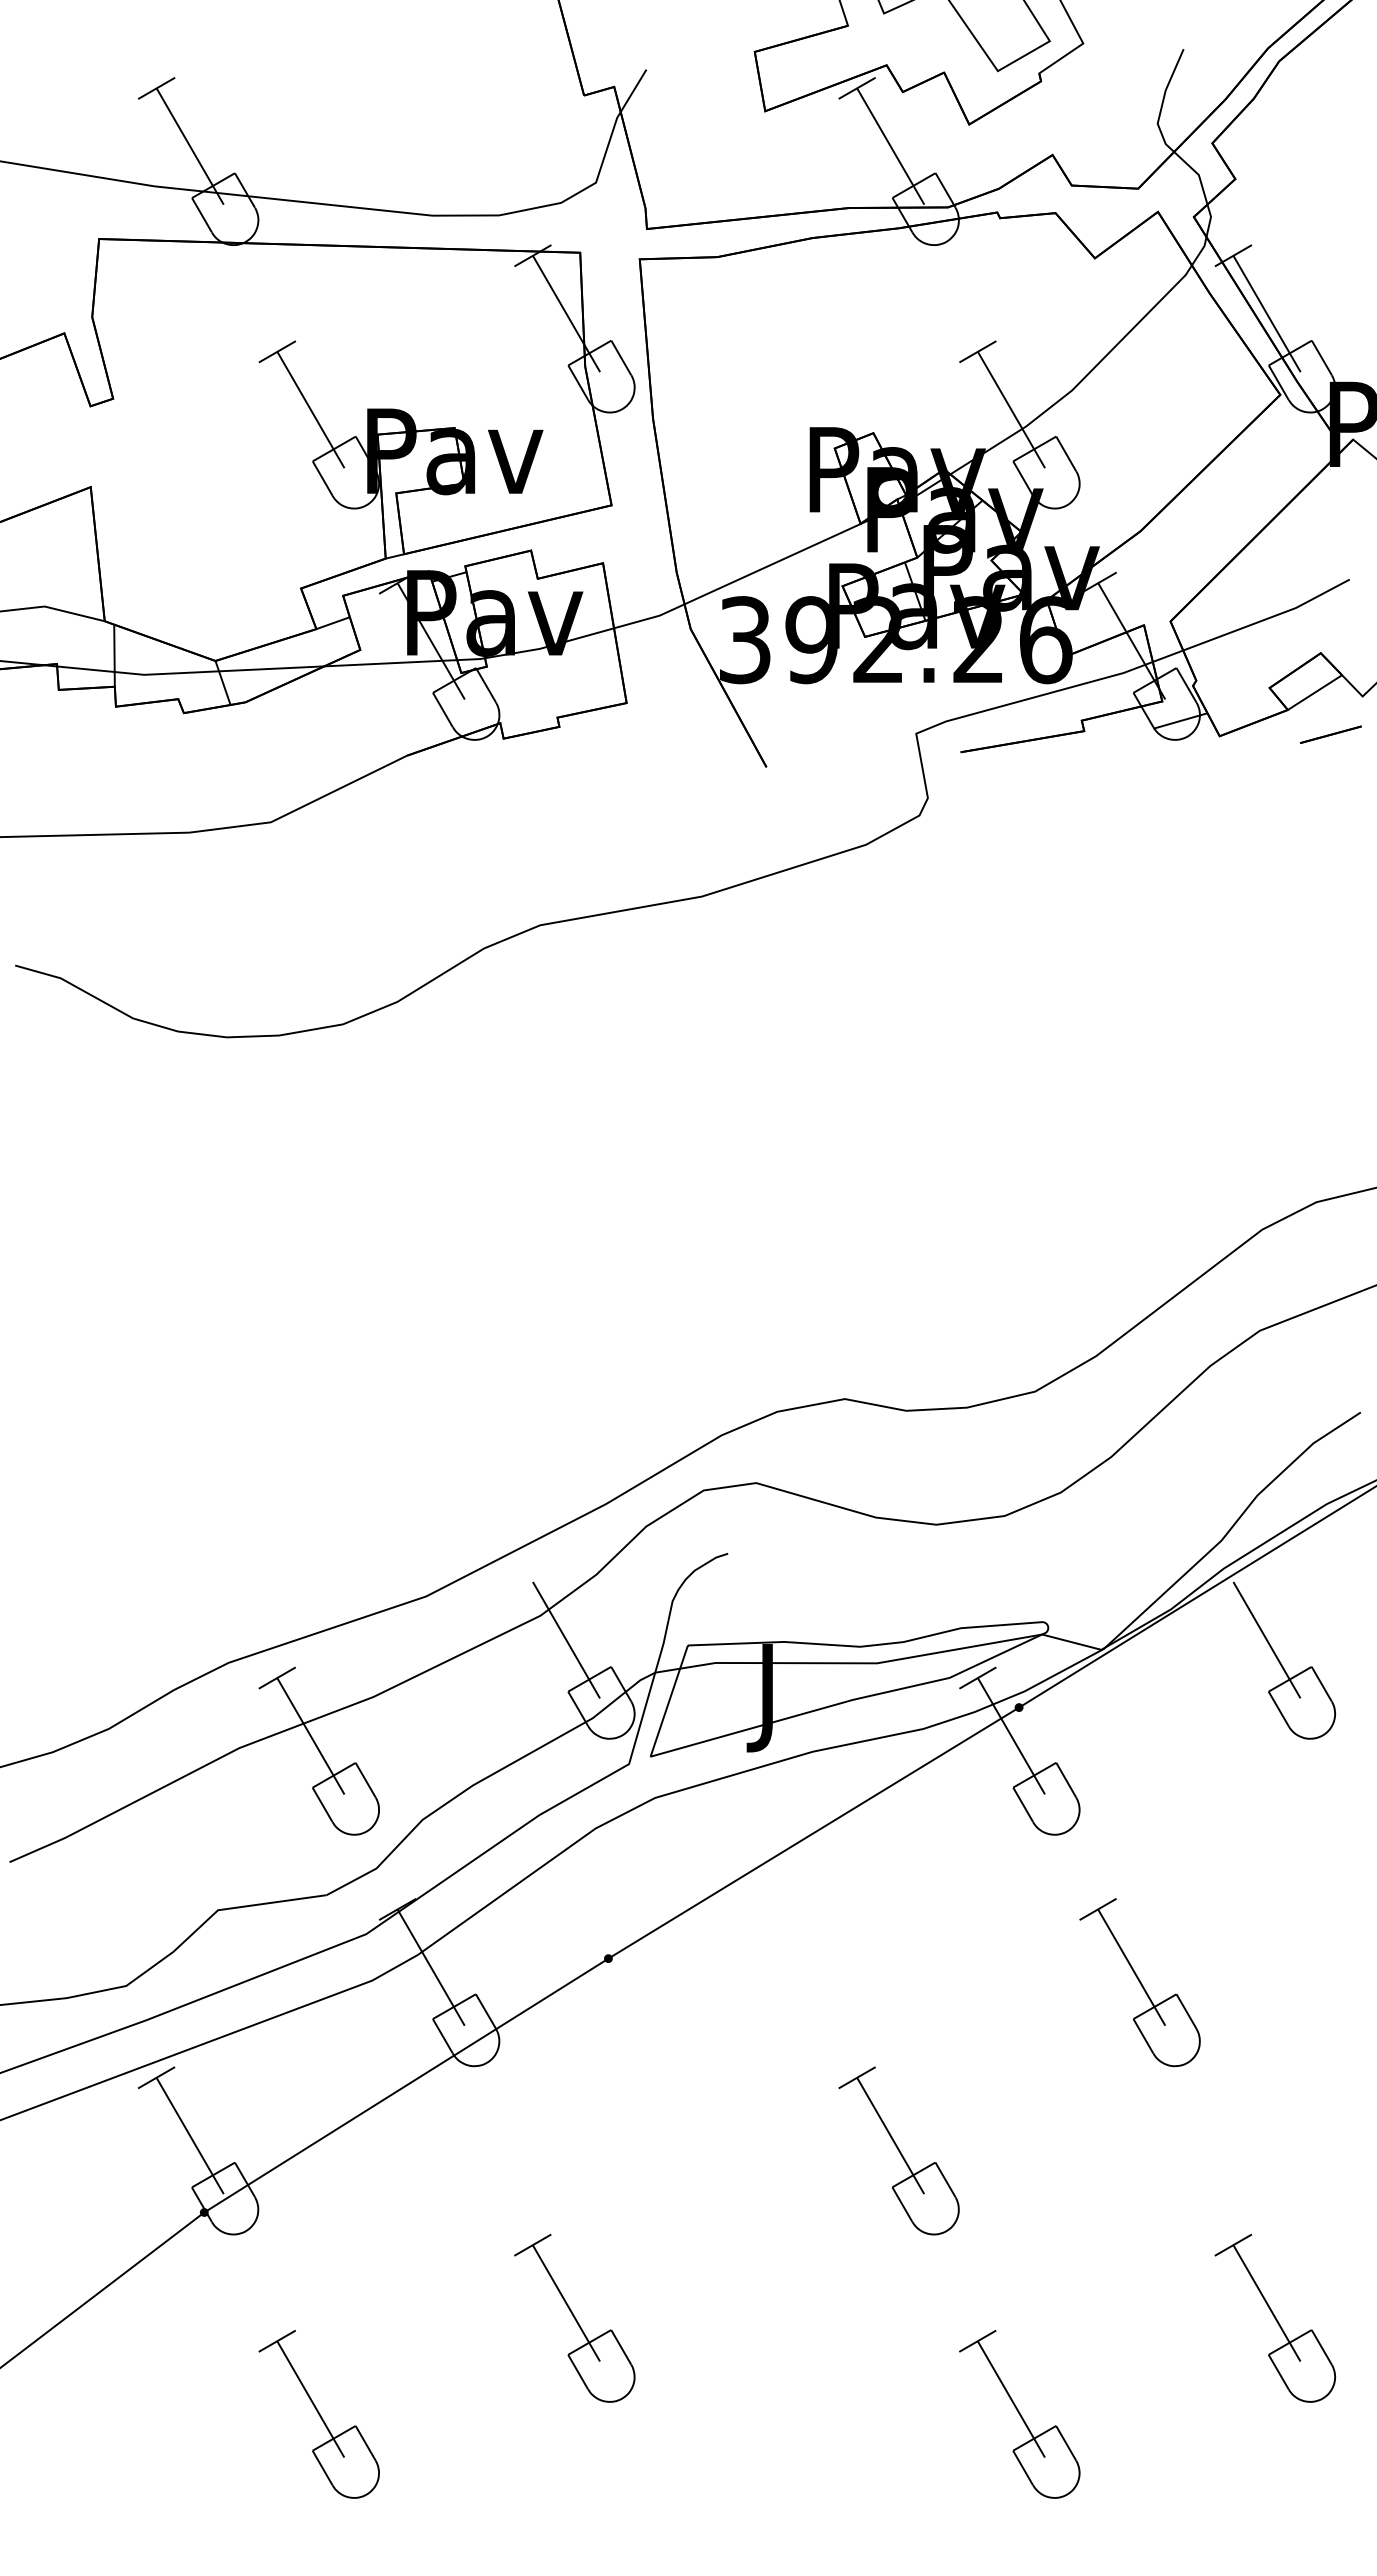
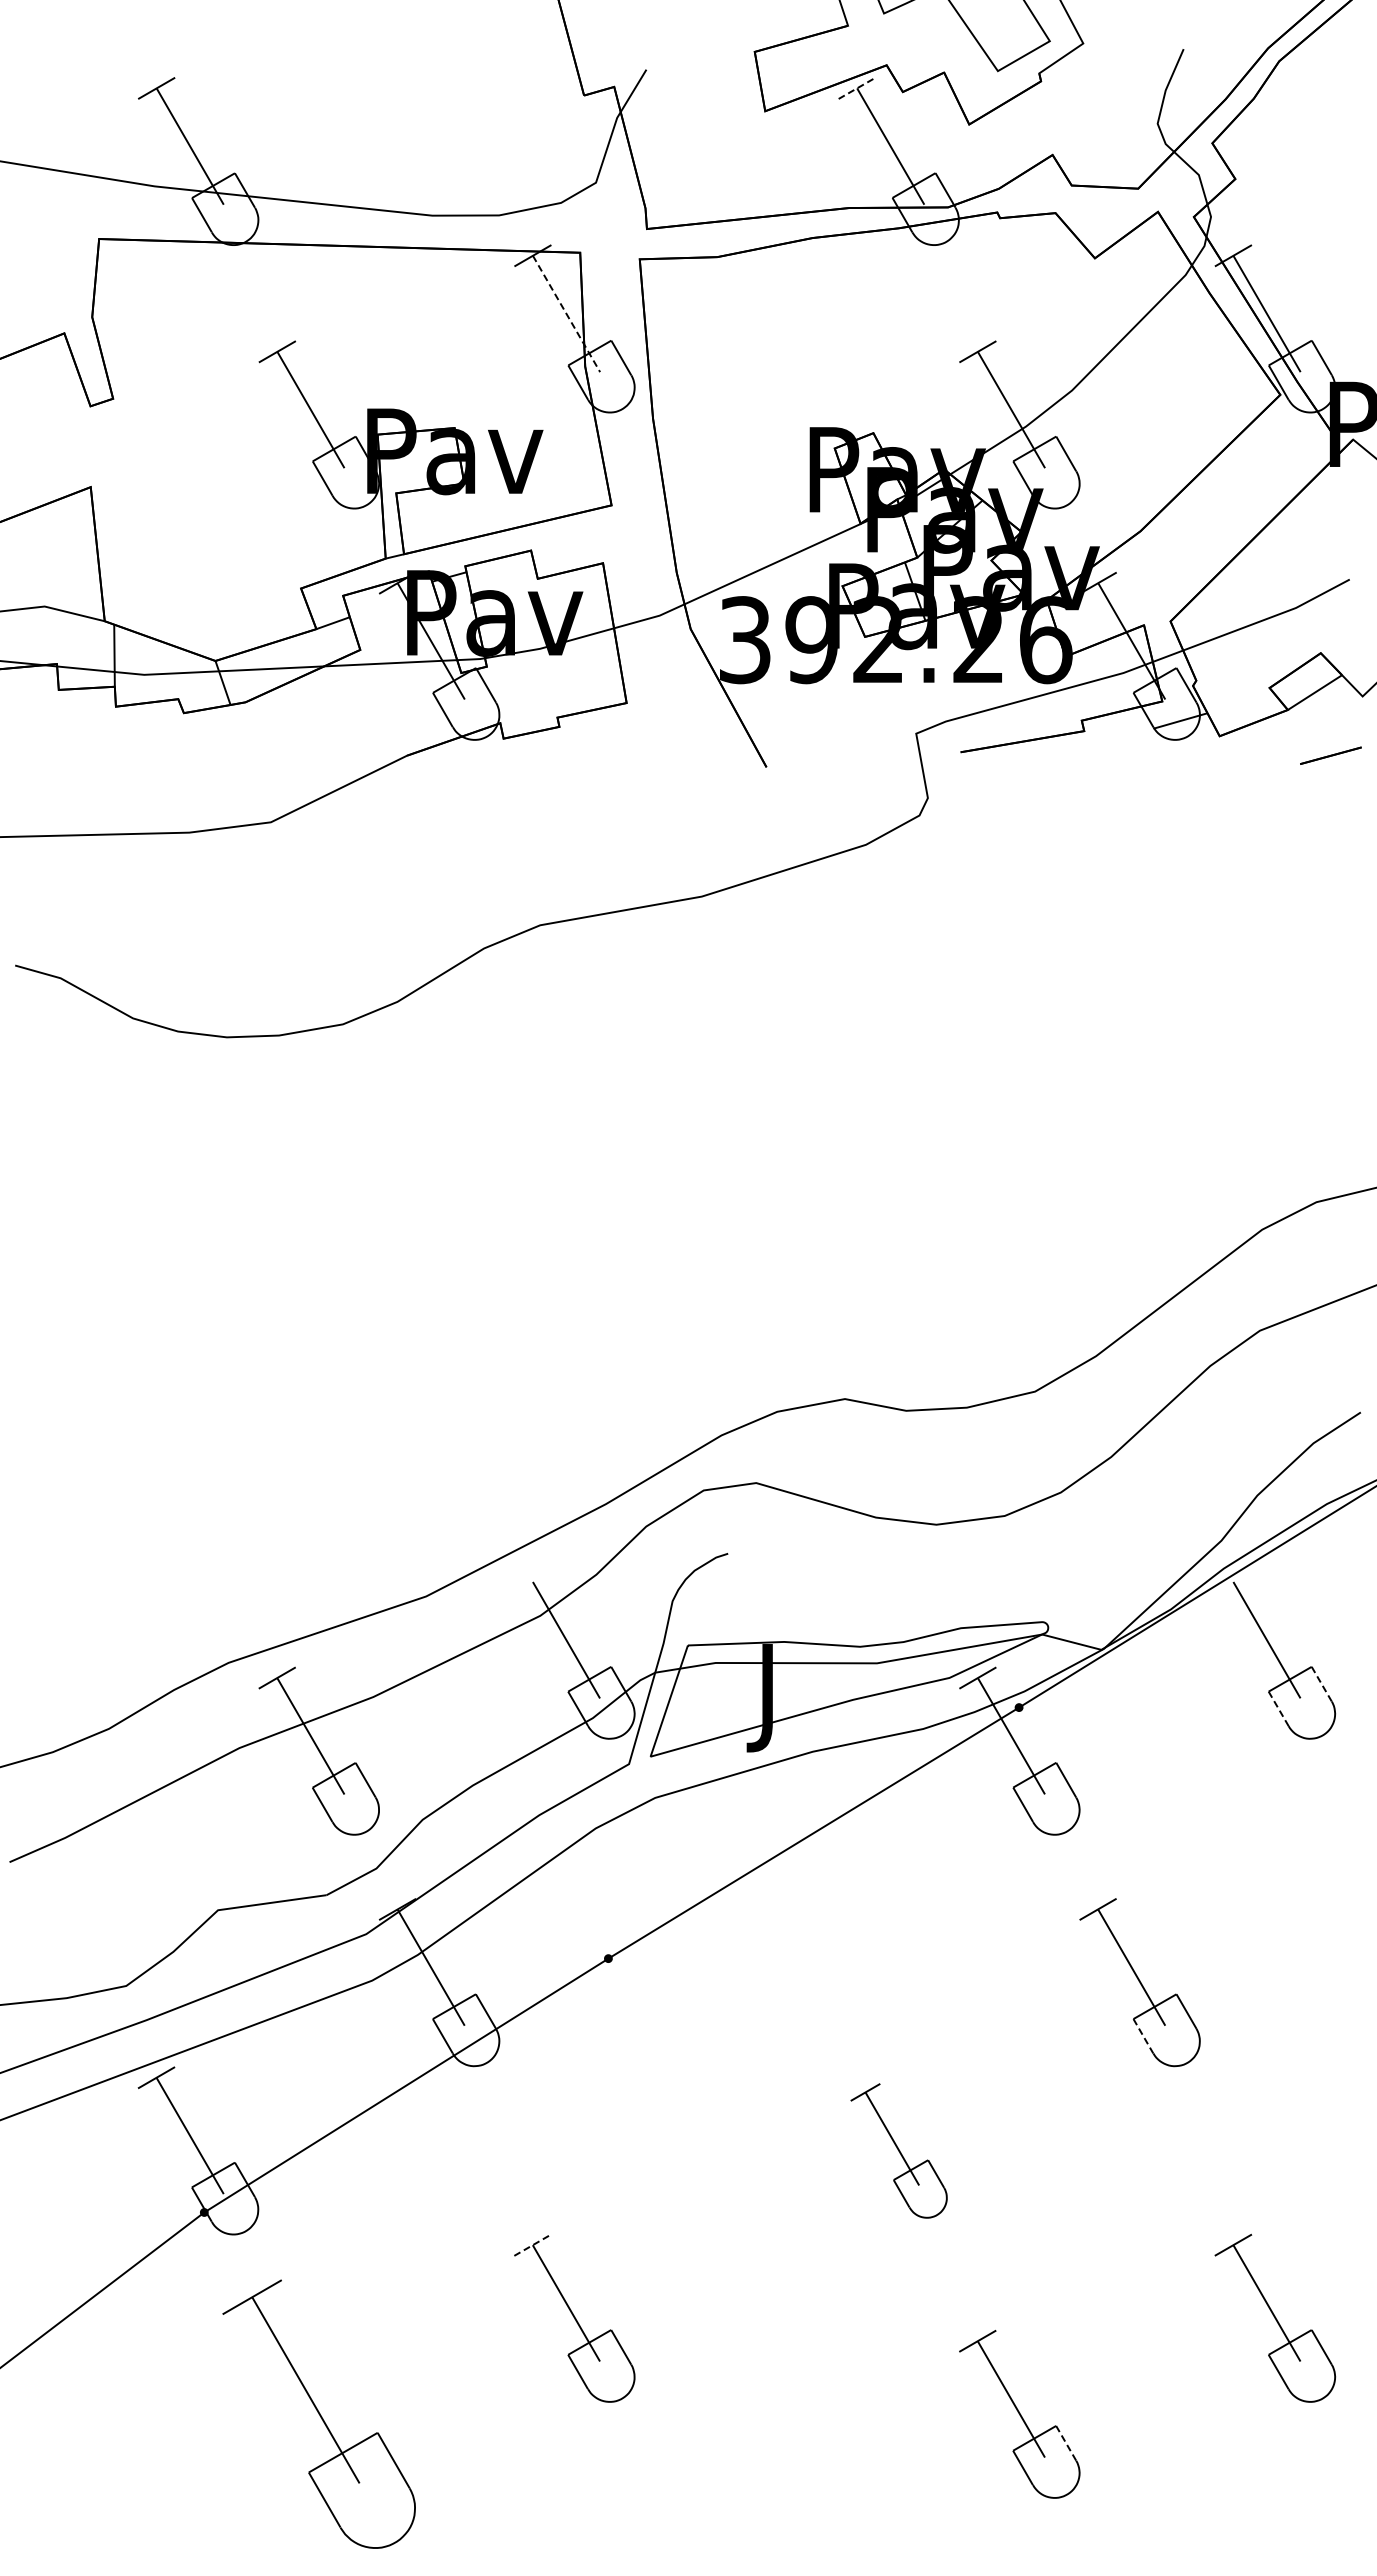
line at (857, 88): solid -> dashed
line at (566, 314): solid -> dashed
line at (1330, 734) position: (1330, 734) -> (1330, 755)
line at (1321, 1684): solid -> dashed
line at (1278, 1708): solid -> dashed
line at (1143, 2036): solid -> dashed
part at (898, 2150) size: 122x170 px -> 98x136 px
line at (533, 2244): solid -> dashed
part at (318, 2414) size: 122x169 px -> 194x270 px
line at (1066, 2443): solid -> dashed
